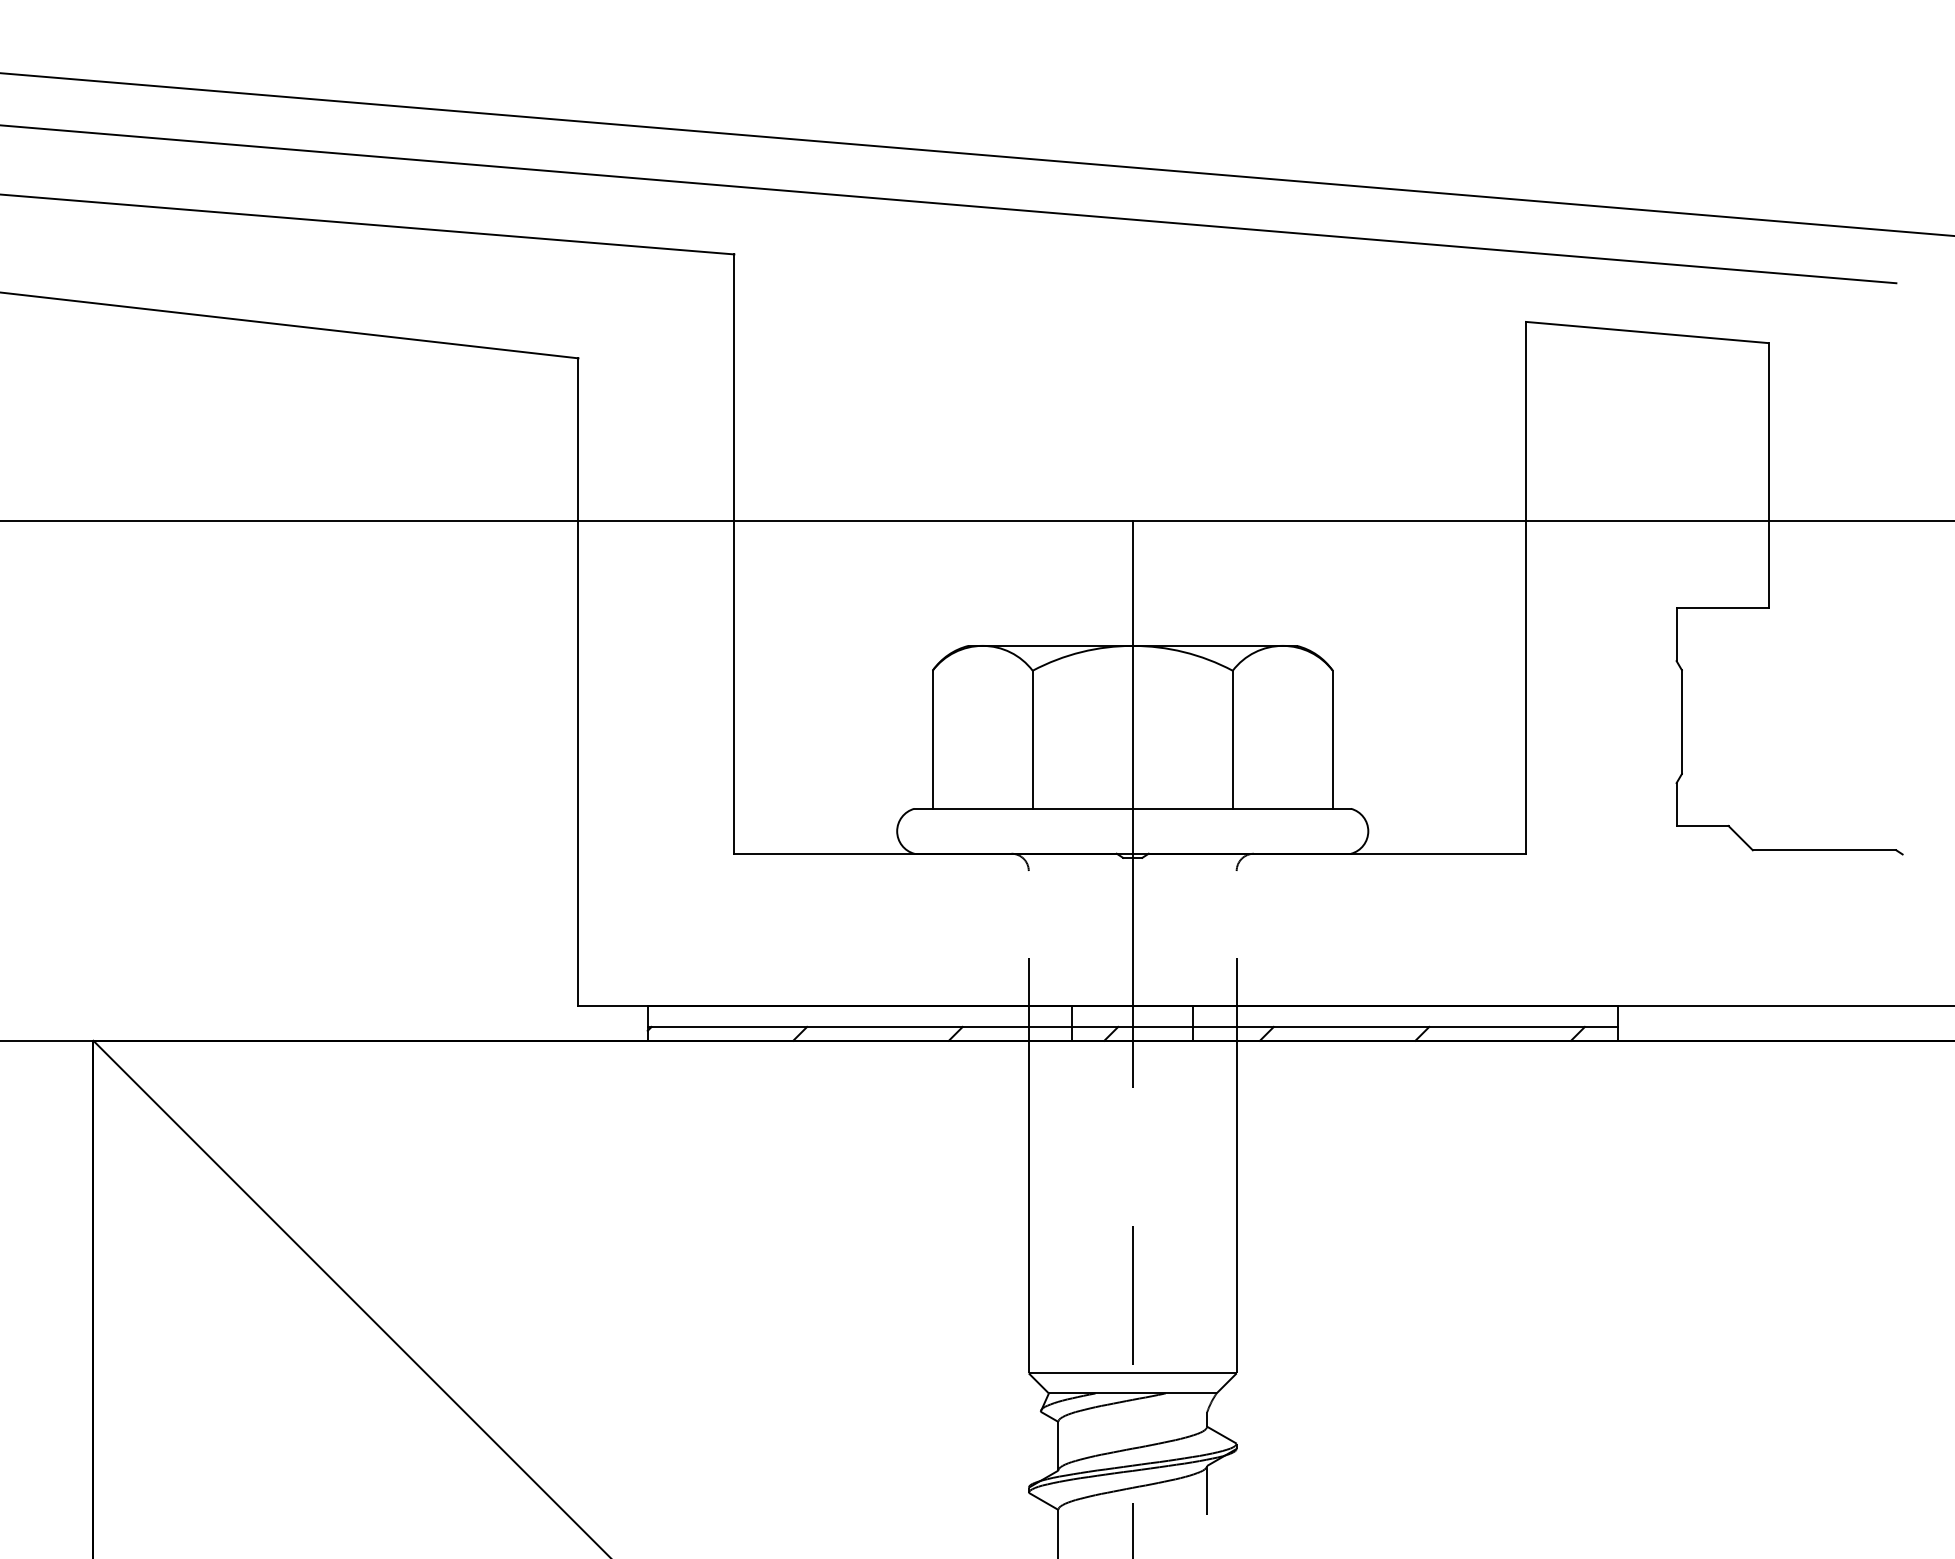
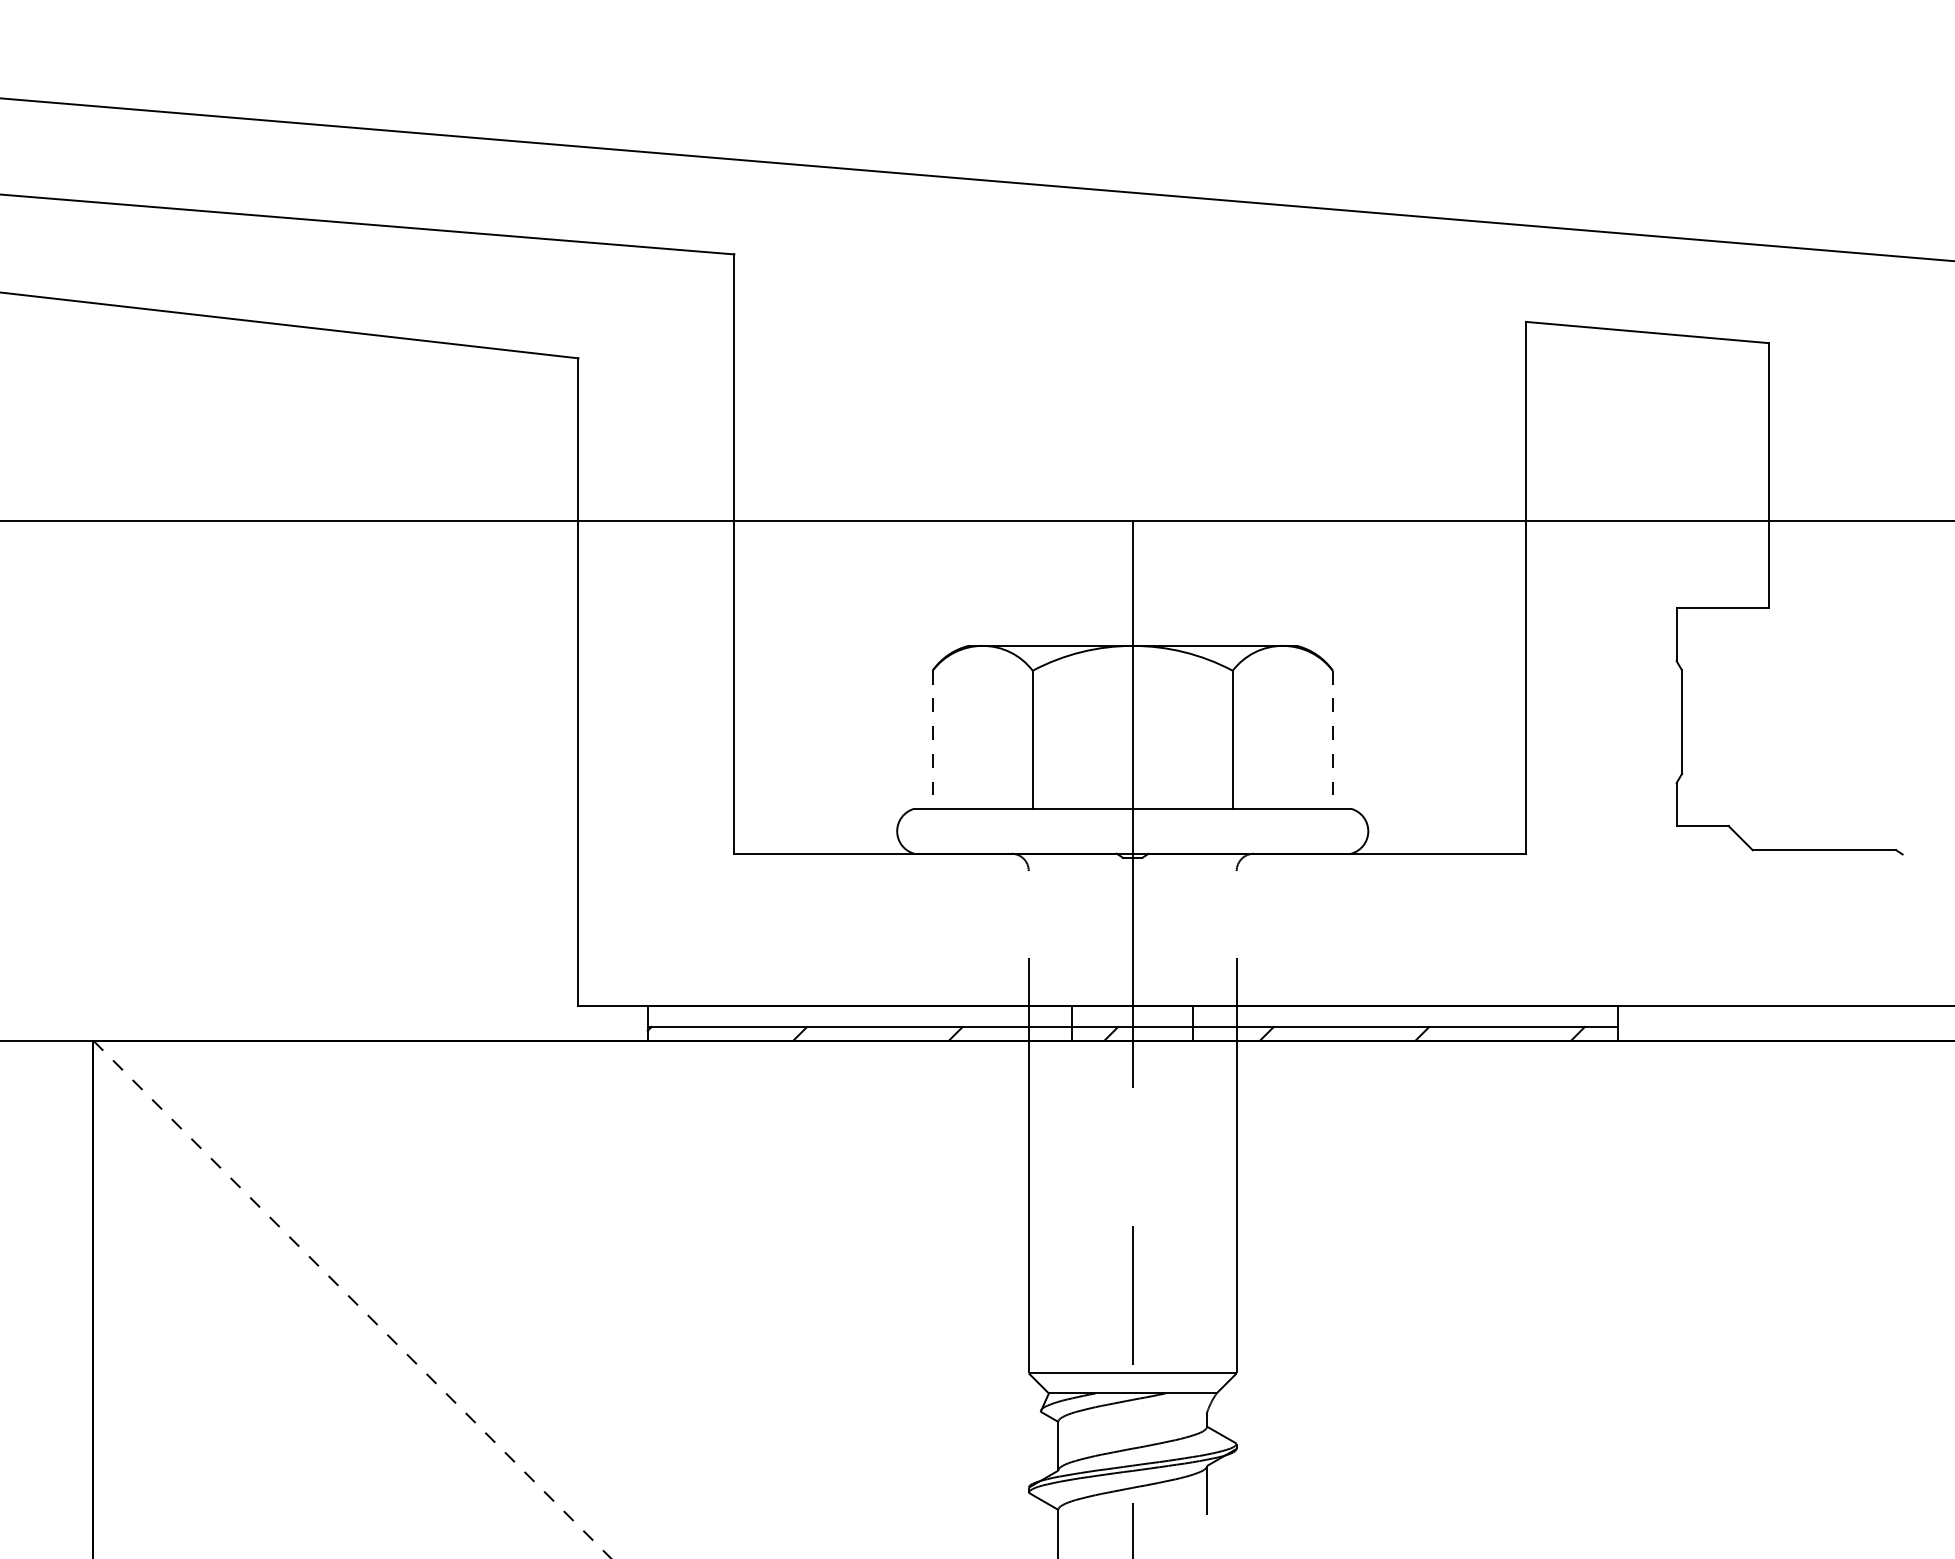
line at (976, 154) position: (976, 154) -> (976, 179)
line at (949, 204): present -> none
line at (932, 740): solid -> dashed
line at (1332, 740): solid -> dashed
line at (352, 1299): solid -> dashed
